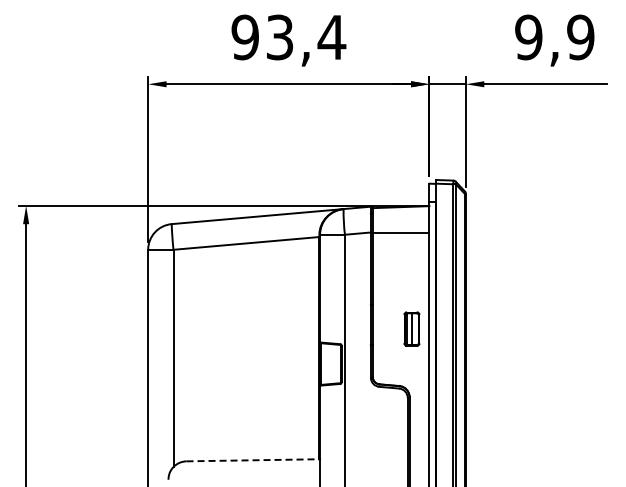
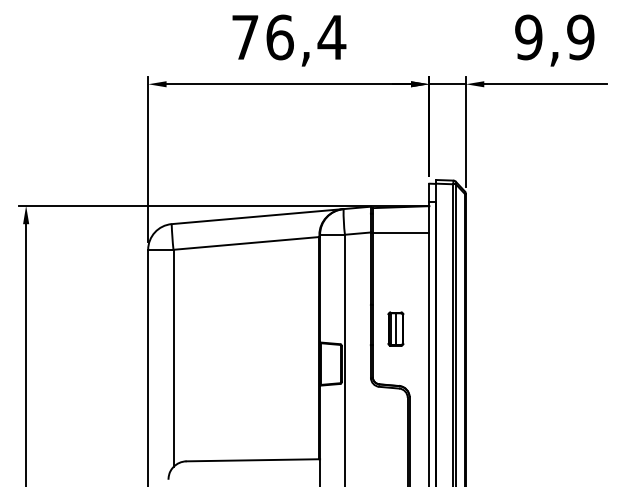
text at (262, 37): 93,4 -> 76,4
part at (411, 328) position: (411, 328) -> (395, 328)
line at (253, 460): dashed -> solid
